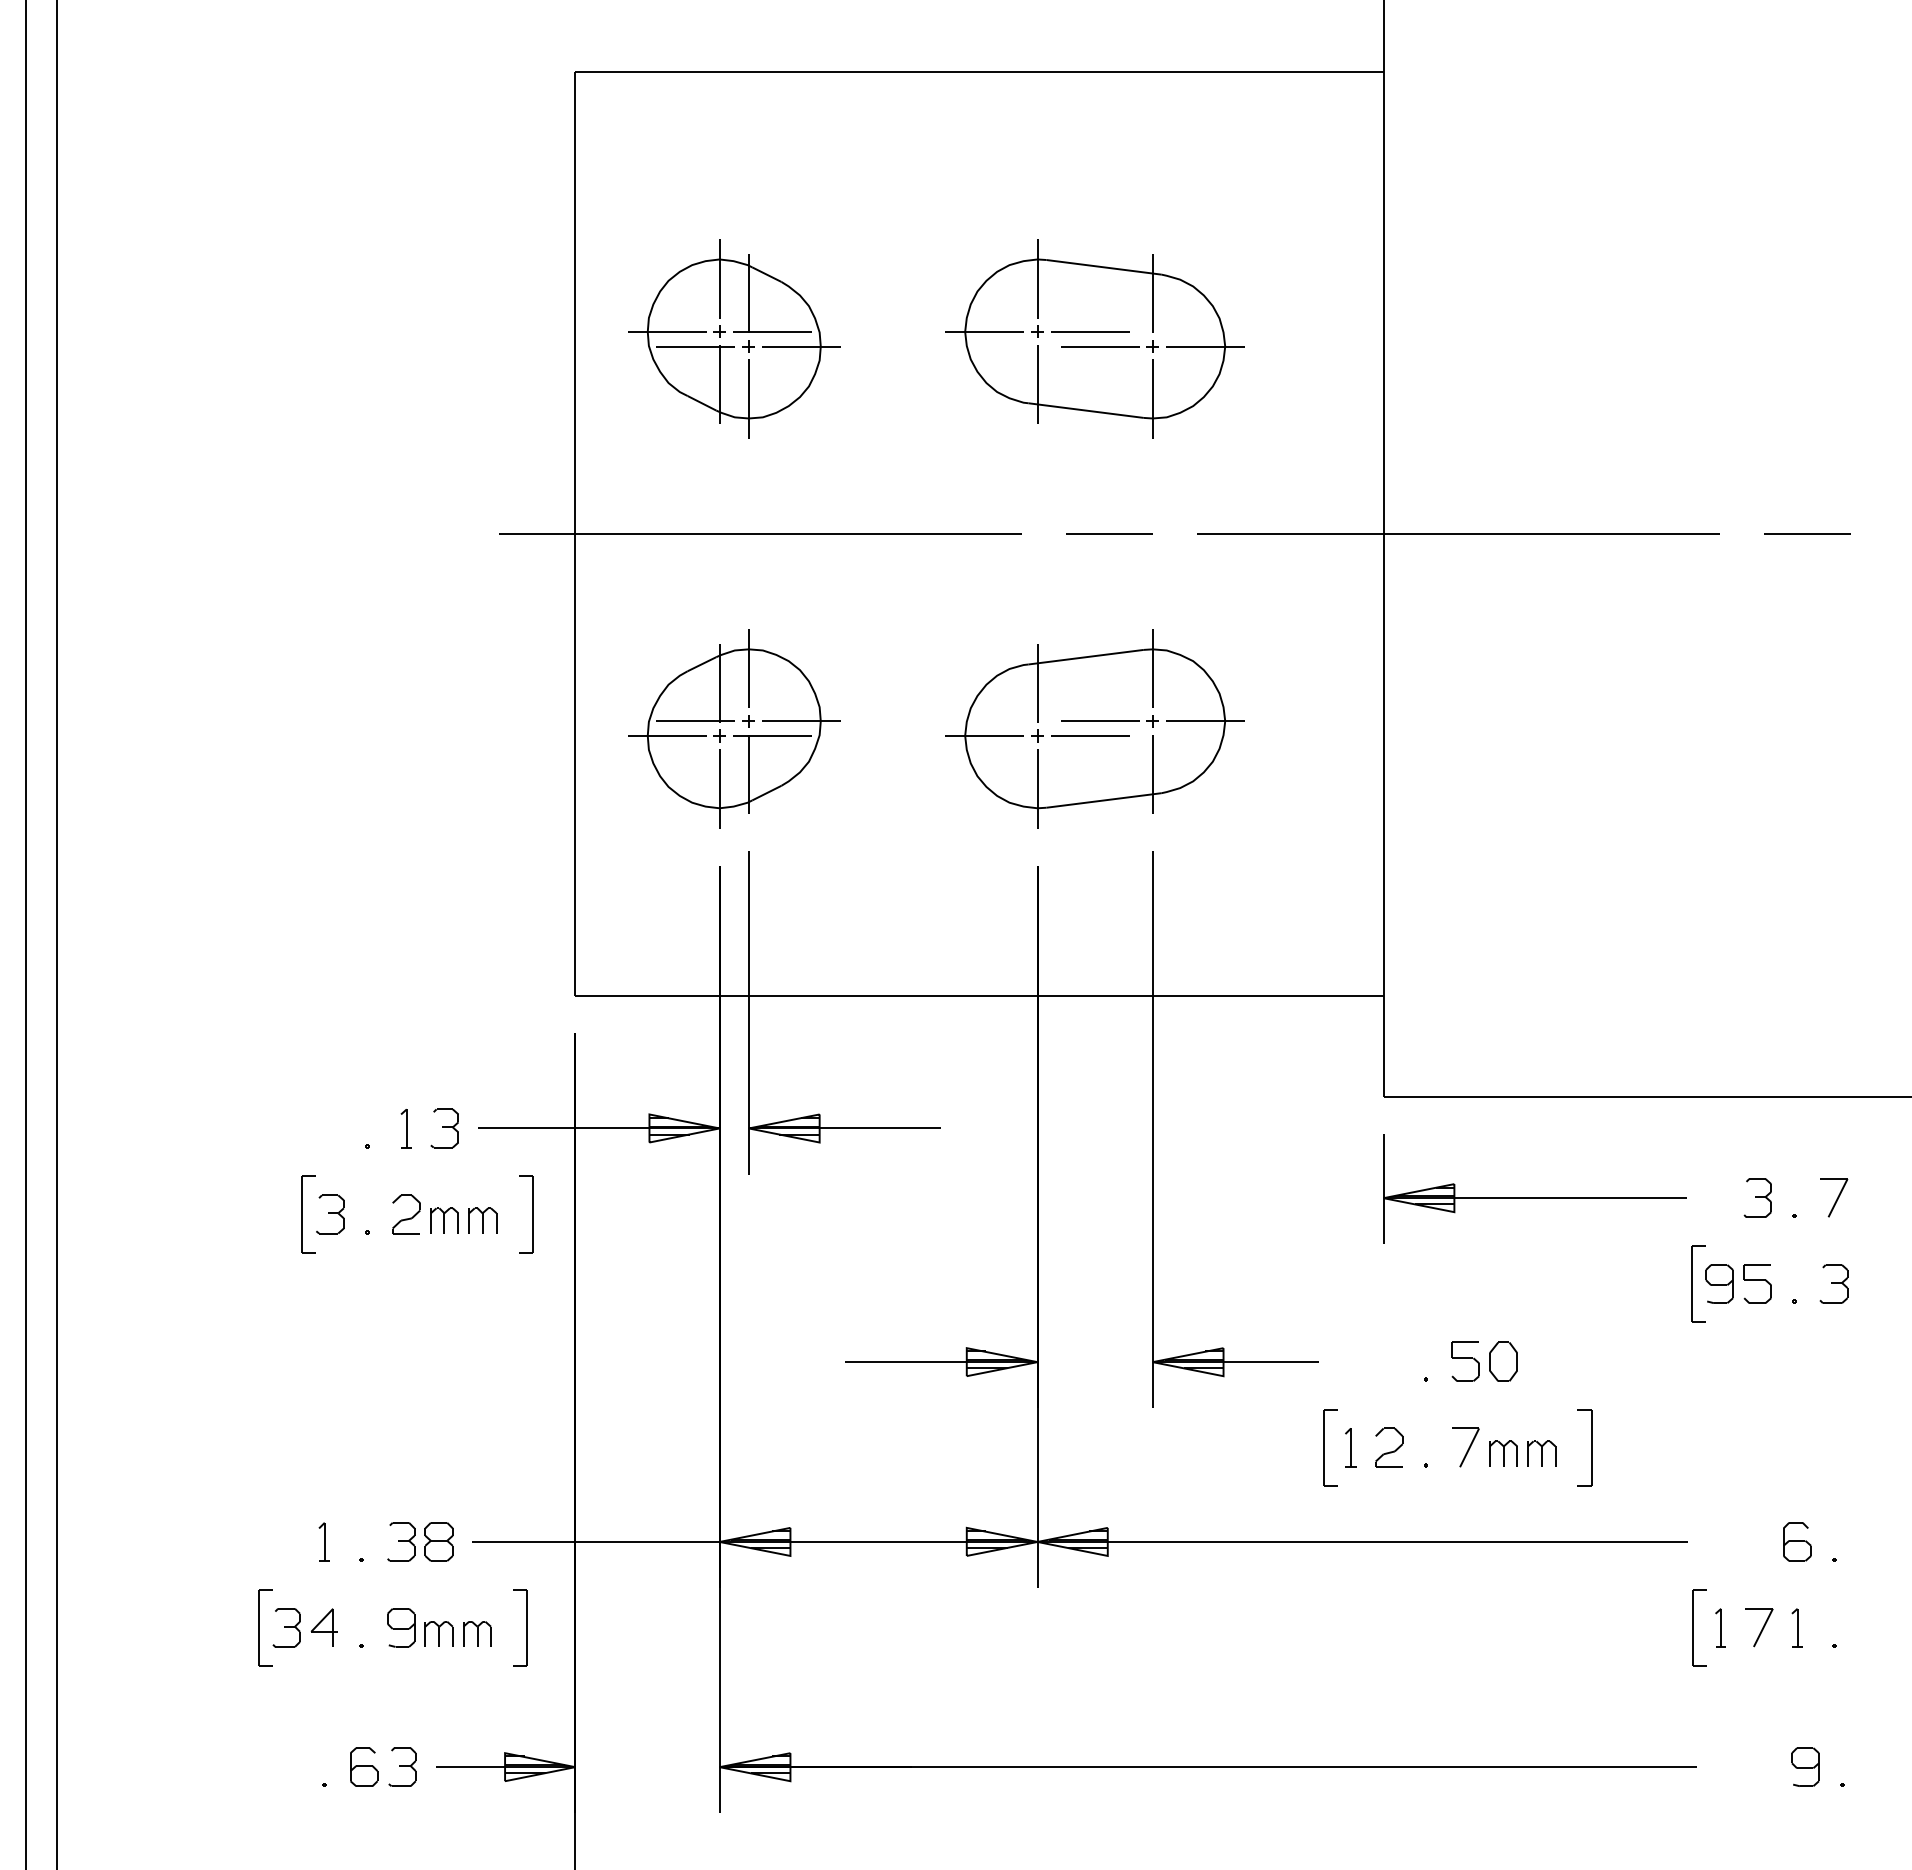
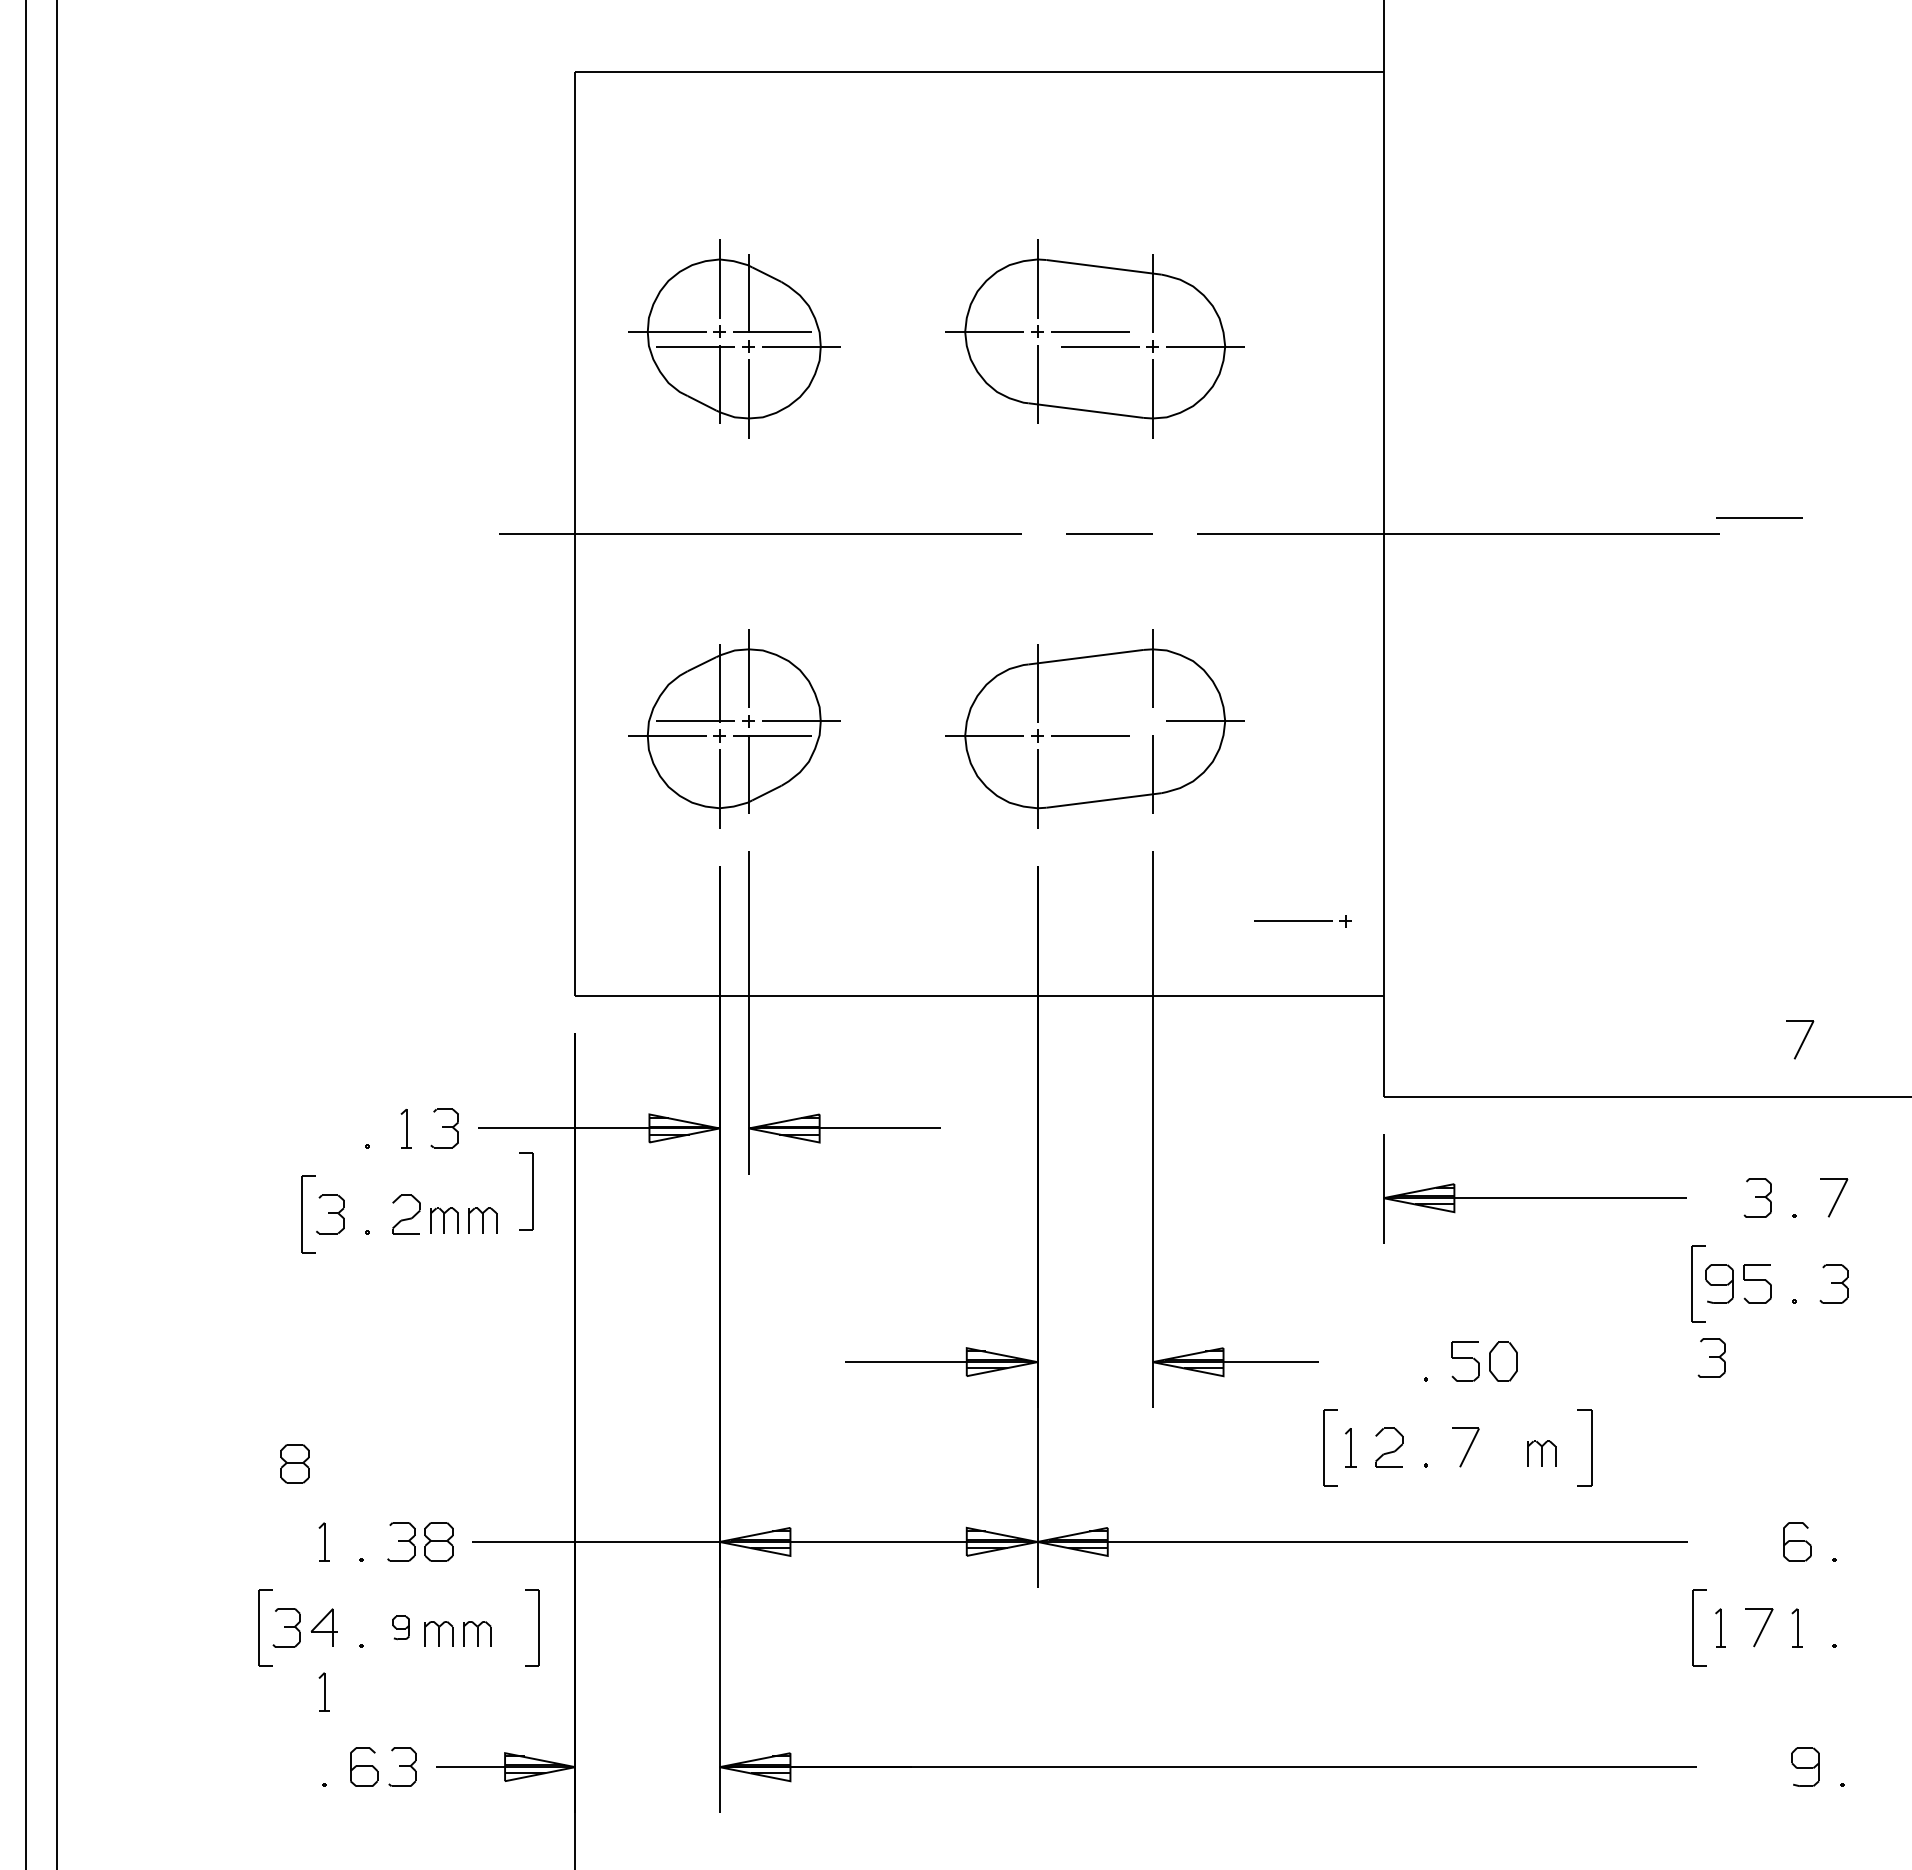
line at (1807, 533) position: (1807, 533) -> (1759, 517)
part at (1109, 721) position: (1109, 721) -> (1302, 921)
part at (1800, 1039): none -> present
part at (526, 1214) position: (526, 1214) -> (526, 1191)
part at (1711, 1357): none -> present
part at (1503, 1453): present -> none
part at (294, 1463): none -> present
part at (401, 1627) size: 29x40 px -> 18x26 px
part at (520, 1627) position: (520, 1627) -> (532, 1627)
part at (323, 1691): none -> present
